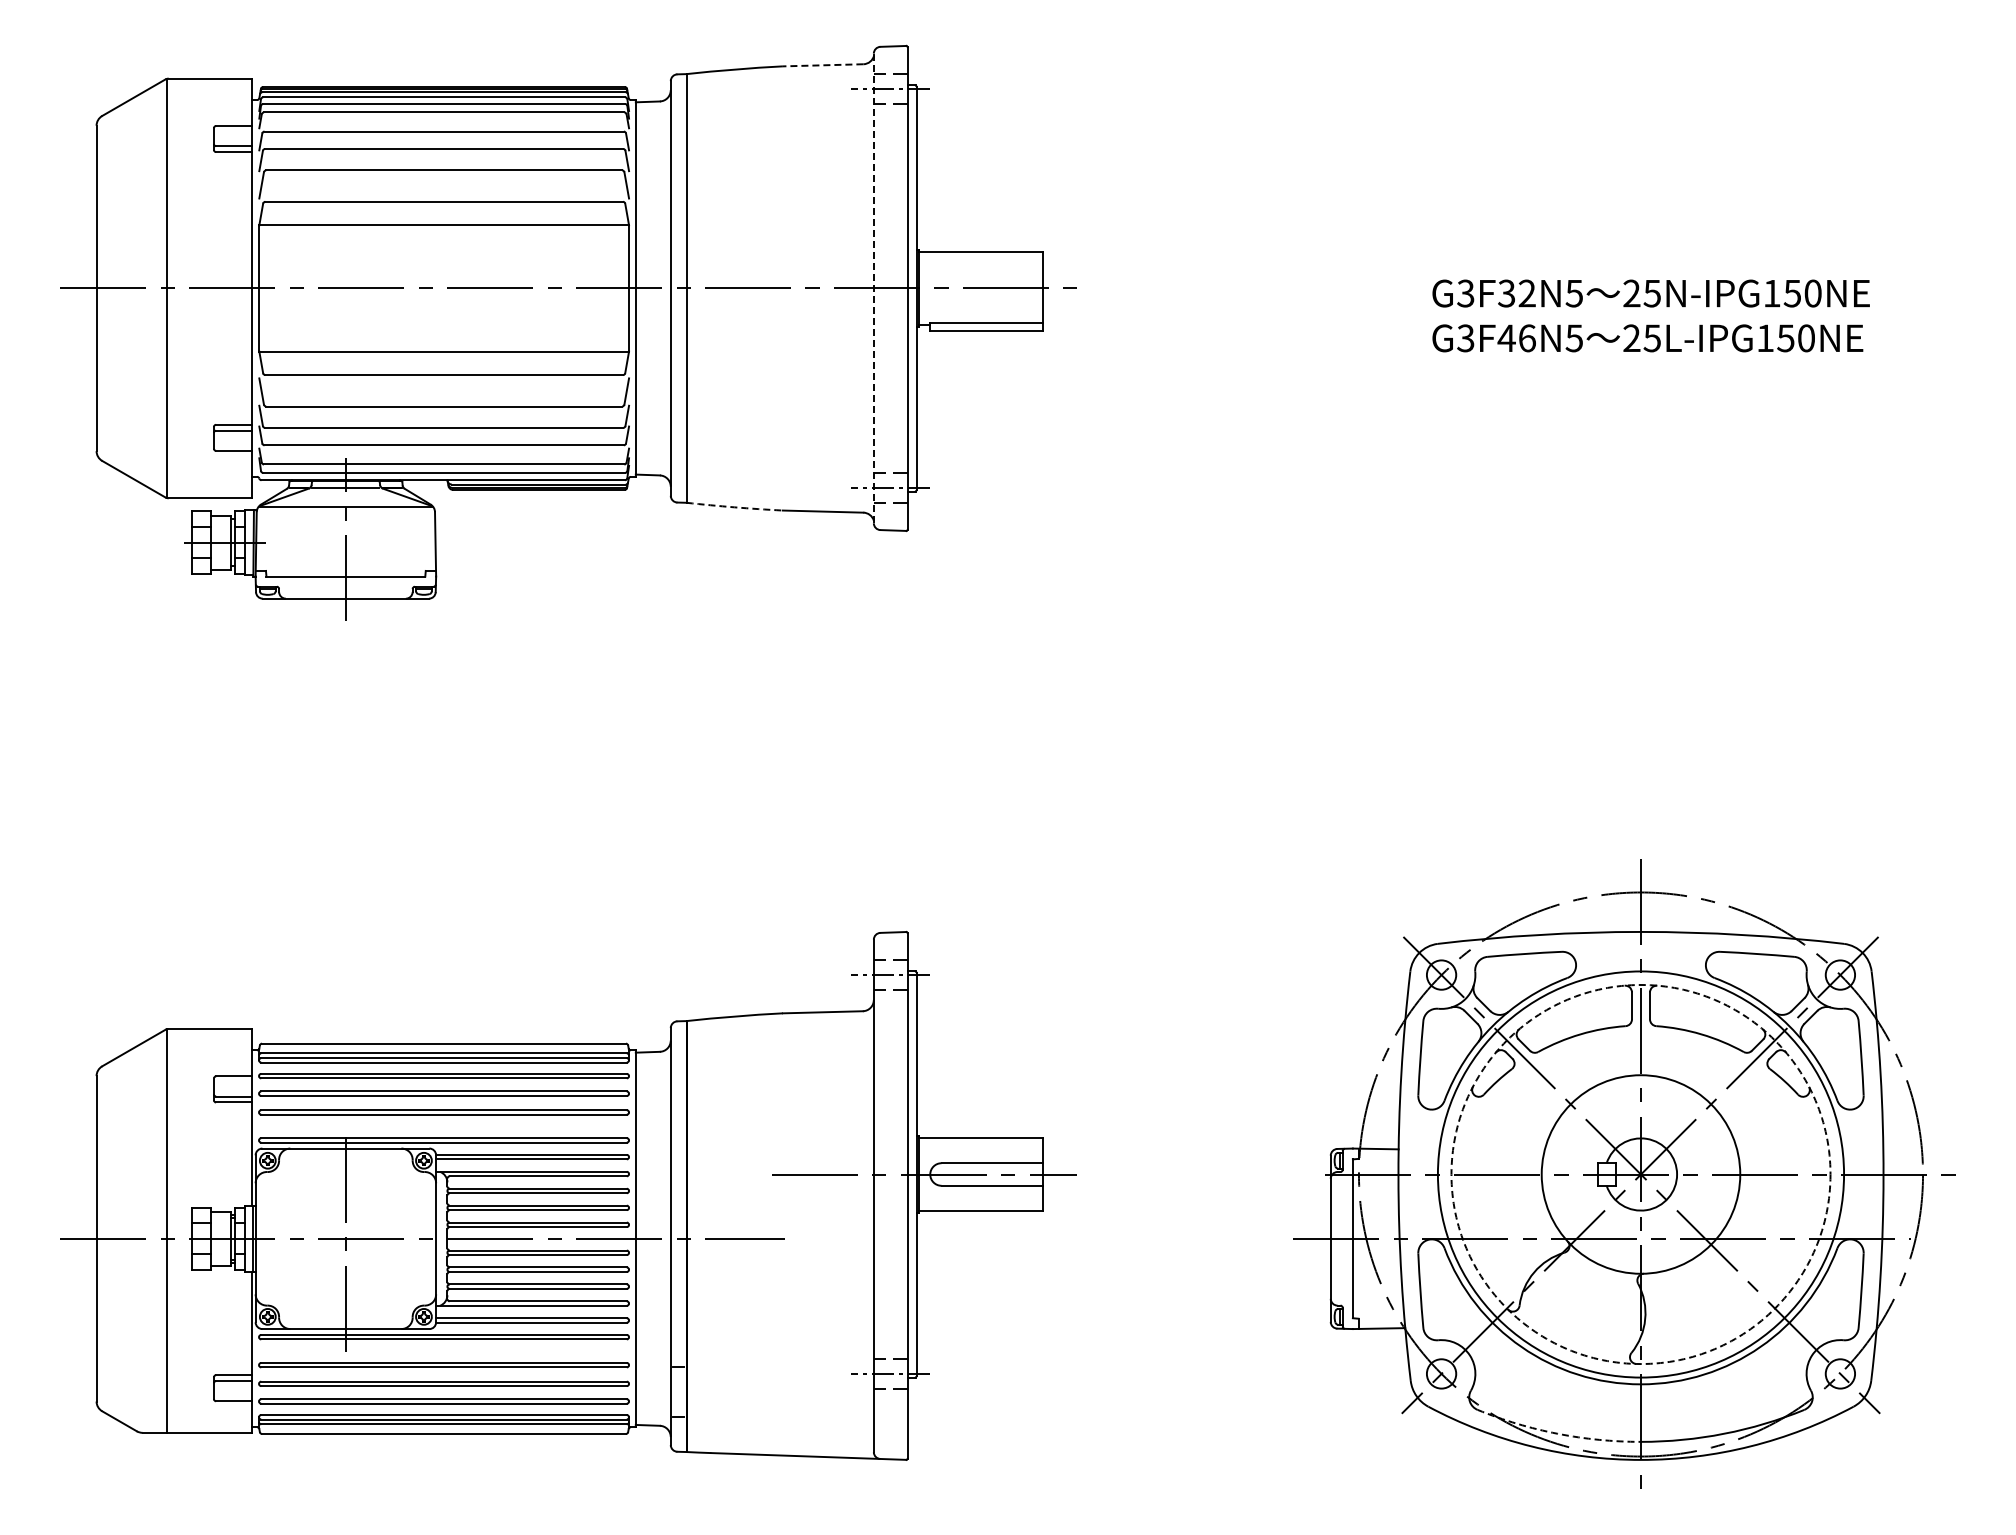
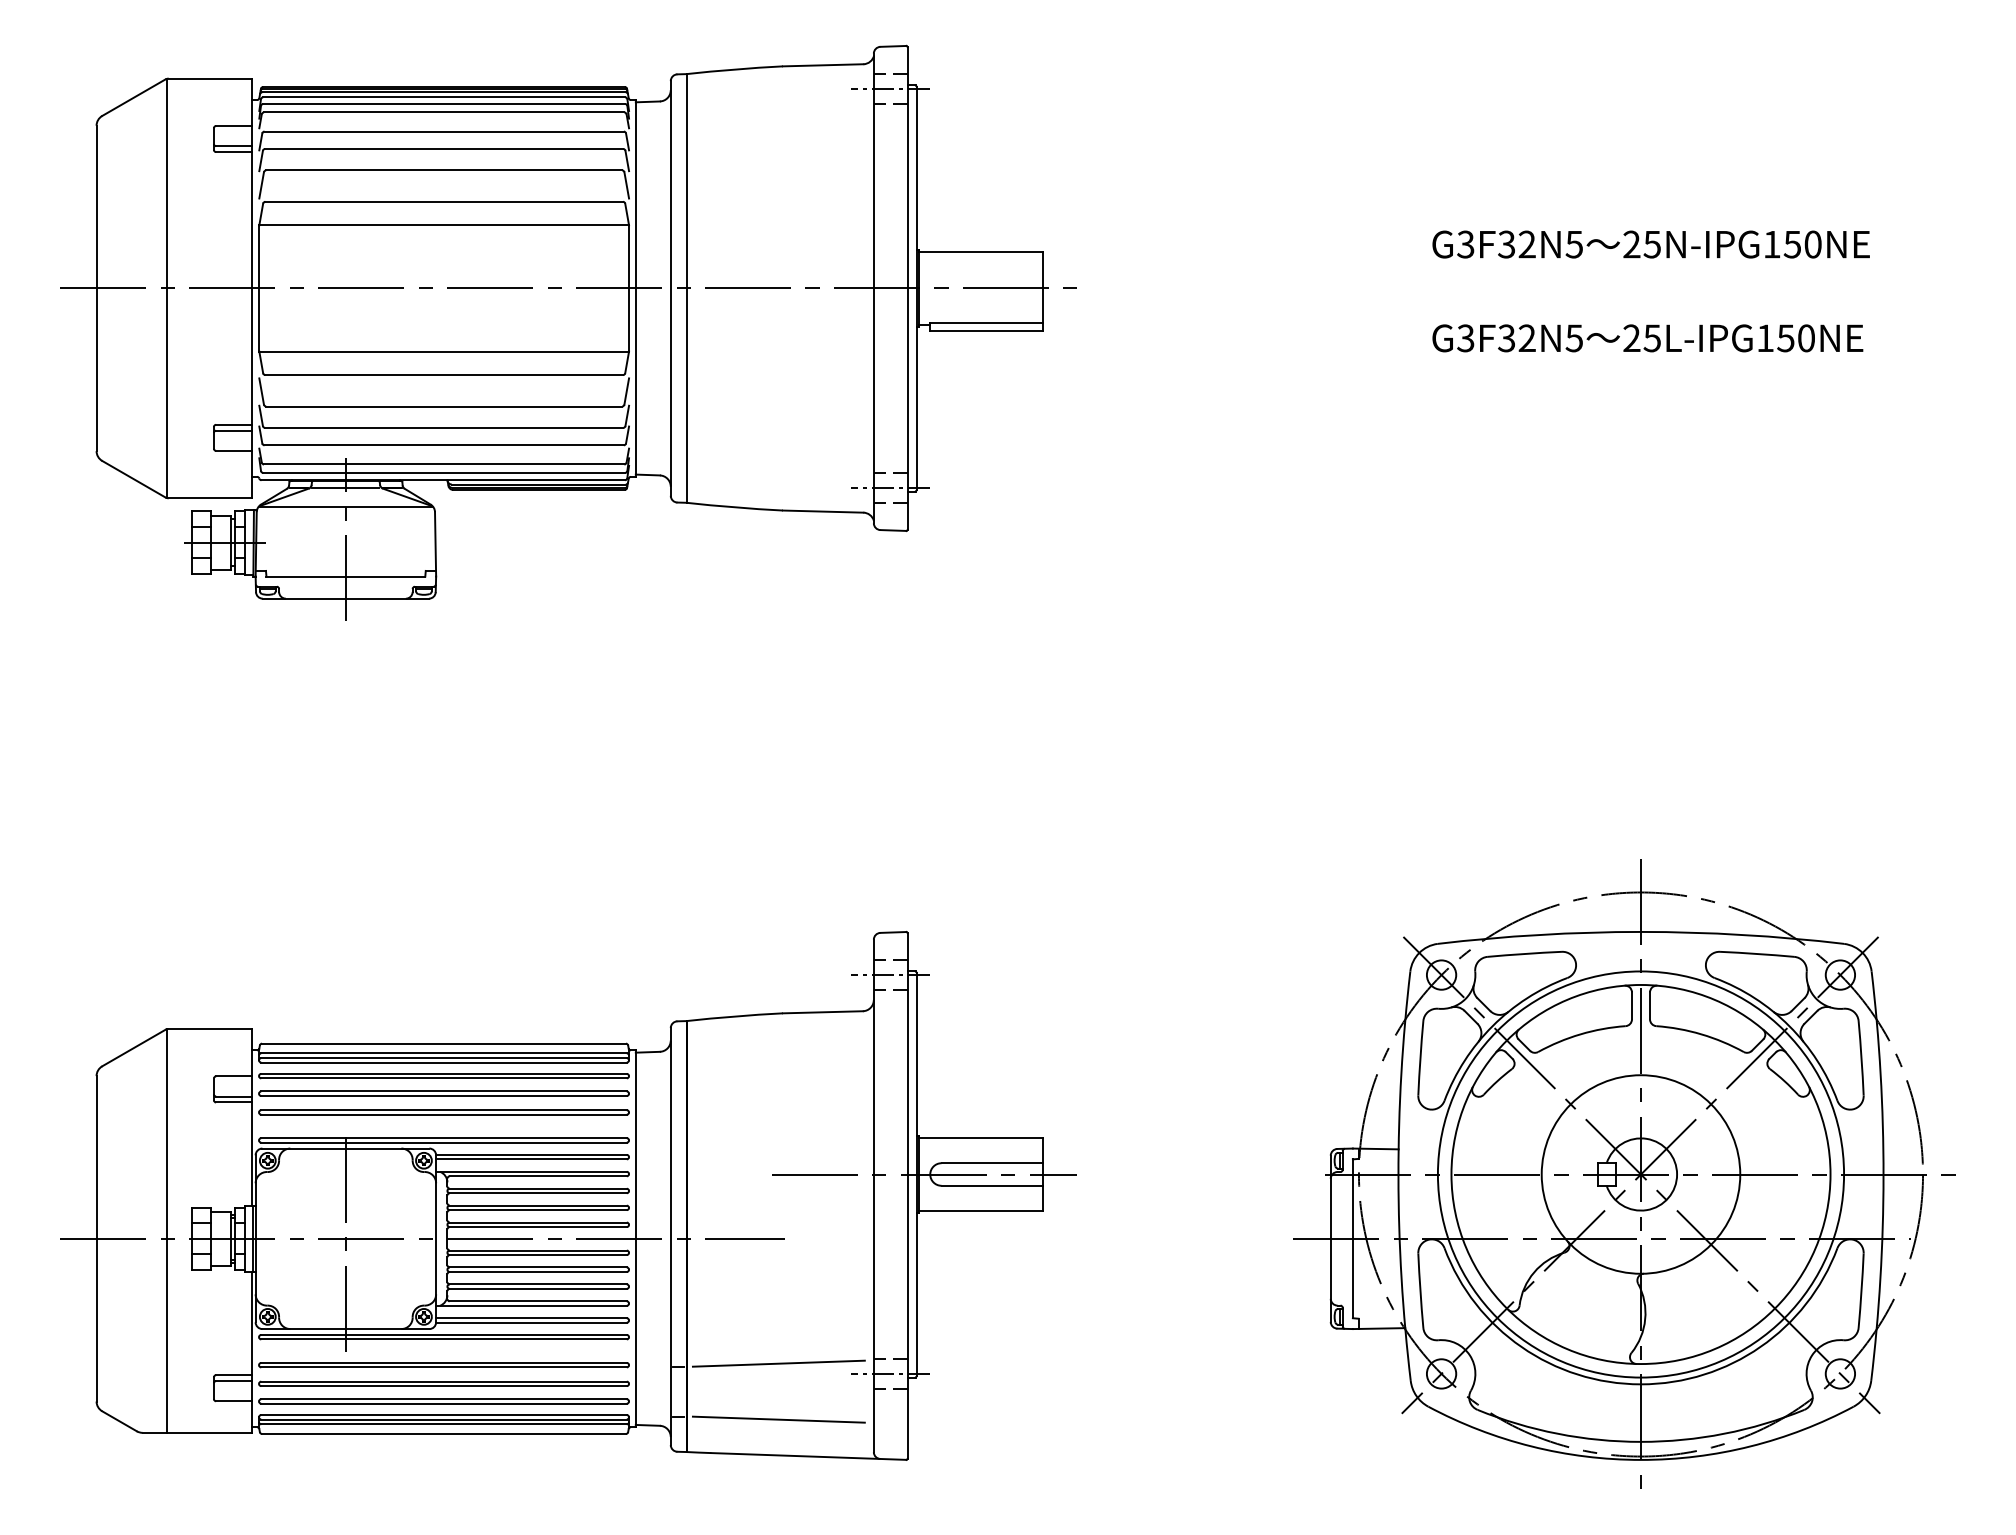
line at (822, 65): dashed -> solid
line at (873, 288): dashed -> solid
text at (1650, 293) position: (1650, 293) -> (1650, 244)
text at (1516, 338): G3F46N5 -> G3F32N5
arc at (734, 507): dashed -> solid
circle at (1640, 1174): dashed -> solid
line at (778, 1363): none -> present
line at (778, 1419): none -> present
arc at (1557, 1433): dashed -> solid
